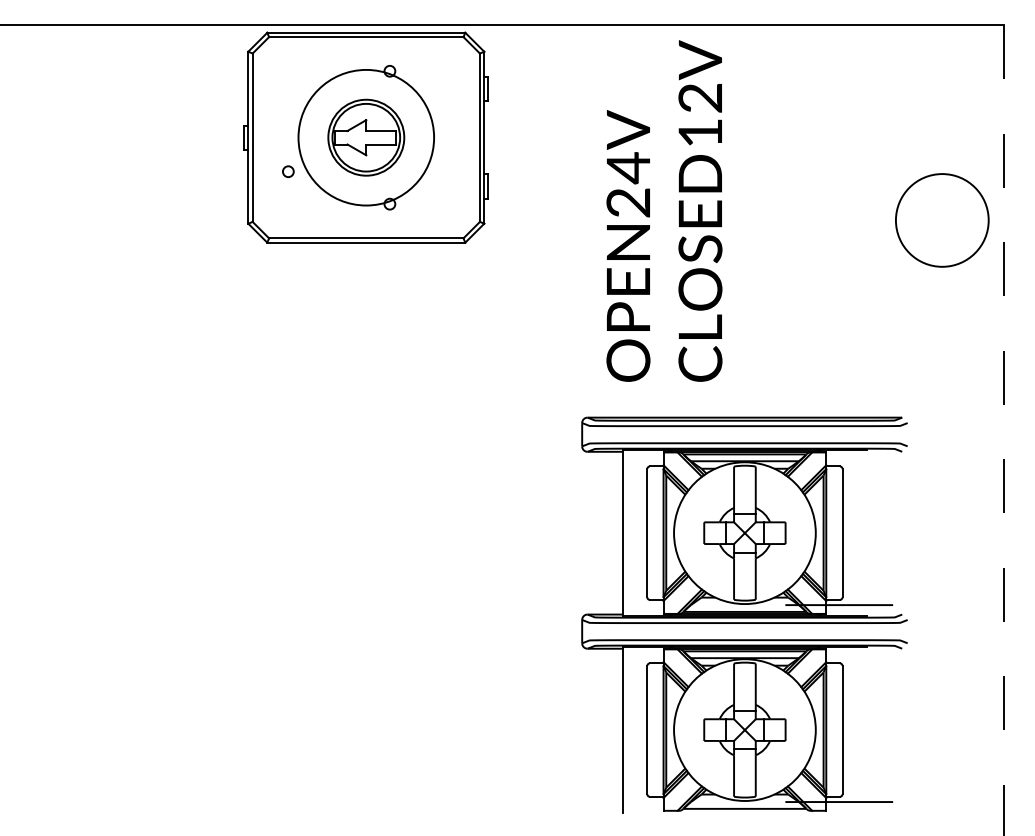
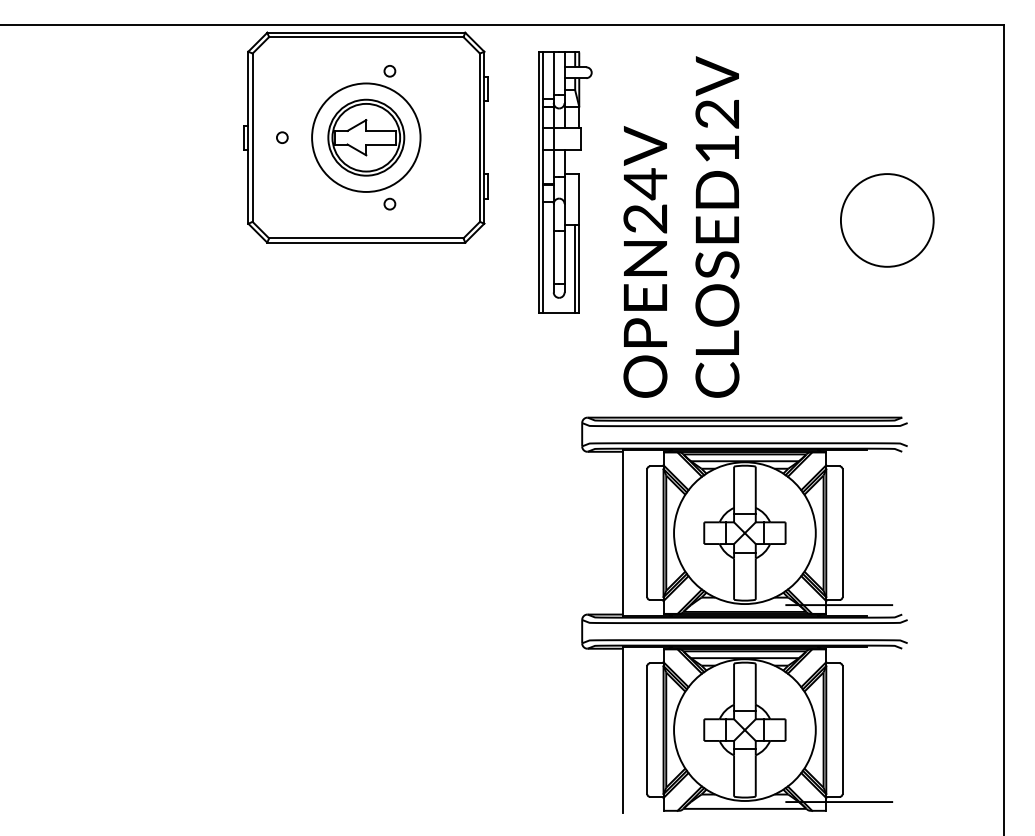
circle at (366, 137) diameter: 136 px -> 108 px
circle at (288, 171) position: (288, 171) -> (282, 137)
part at (565, 182): none -> present
text at (664, 210) position: (664, 210) -> (681, 226)
circle at (942, 220) position: (942, 220) -> (887, 220)
line at (1003, 431): dashed -> solid
